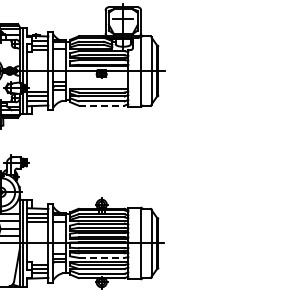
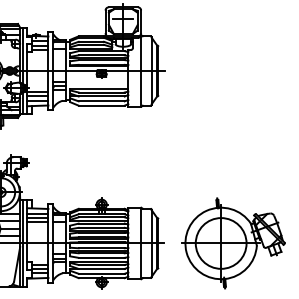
line at (102, 105): dashed -> solid
part at (233, 243): none -> present
line at (102, 257): dashed -> solid
